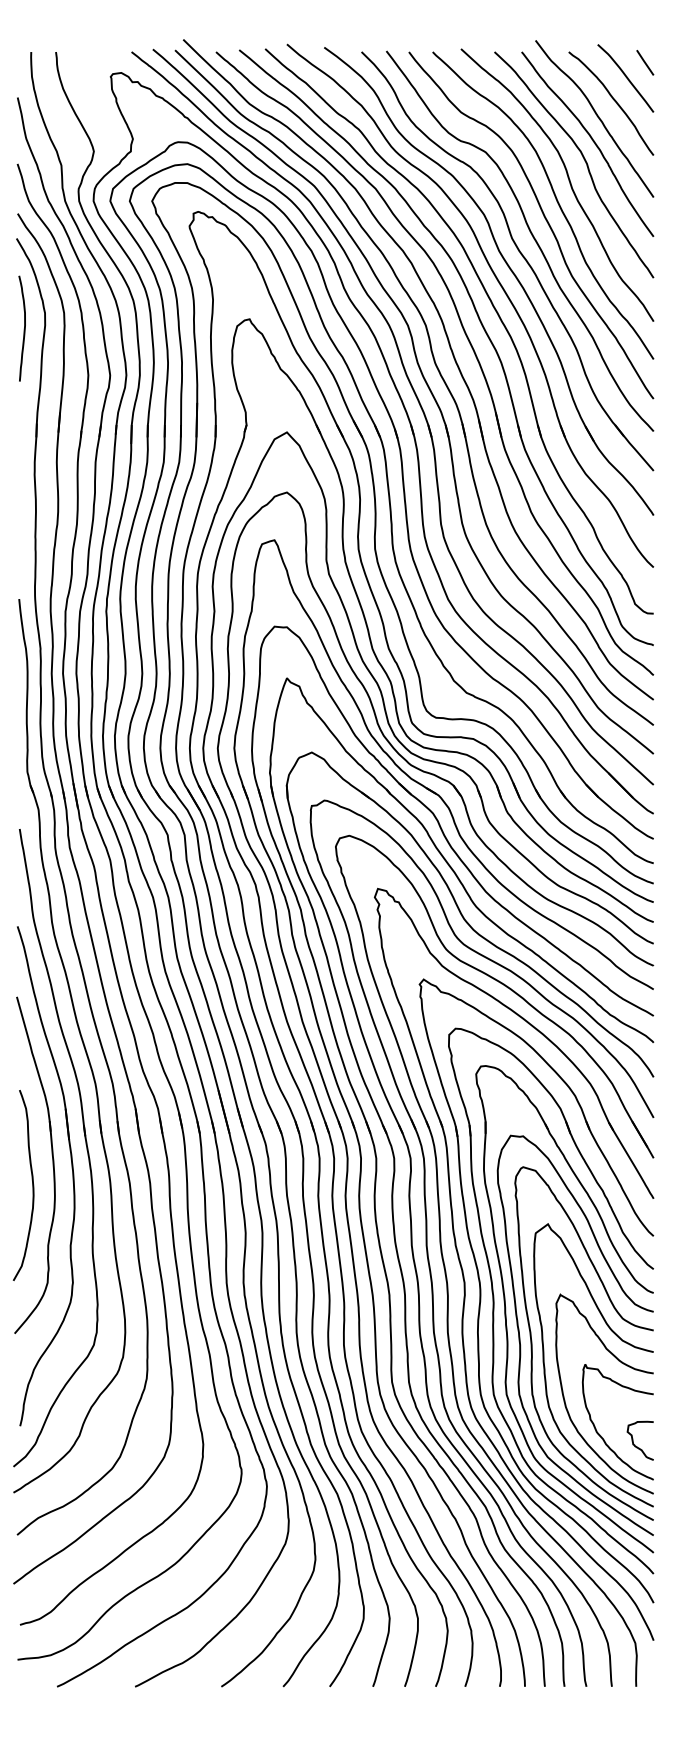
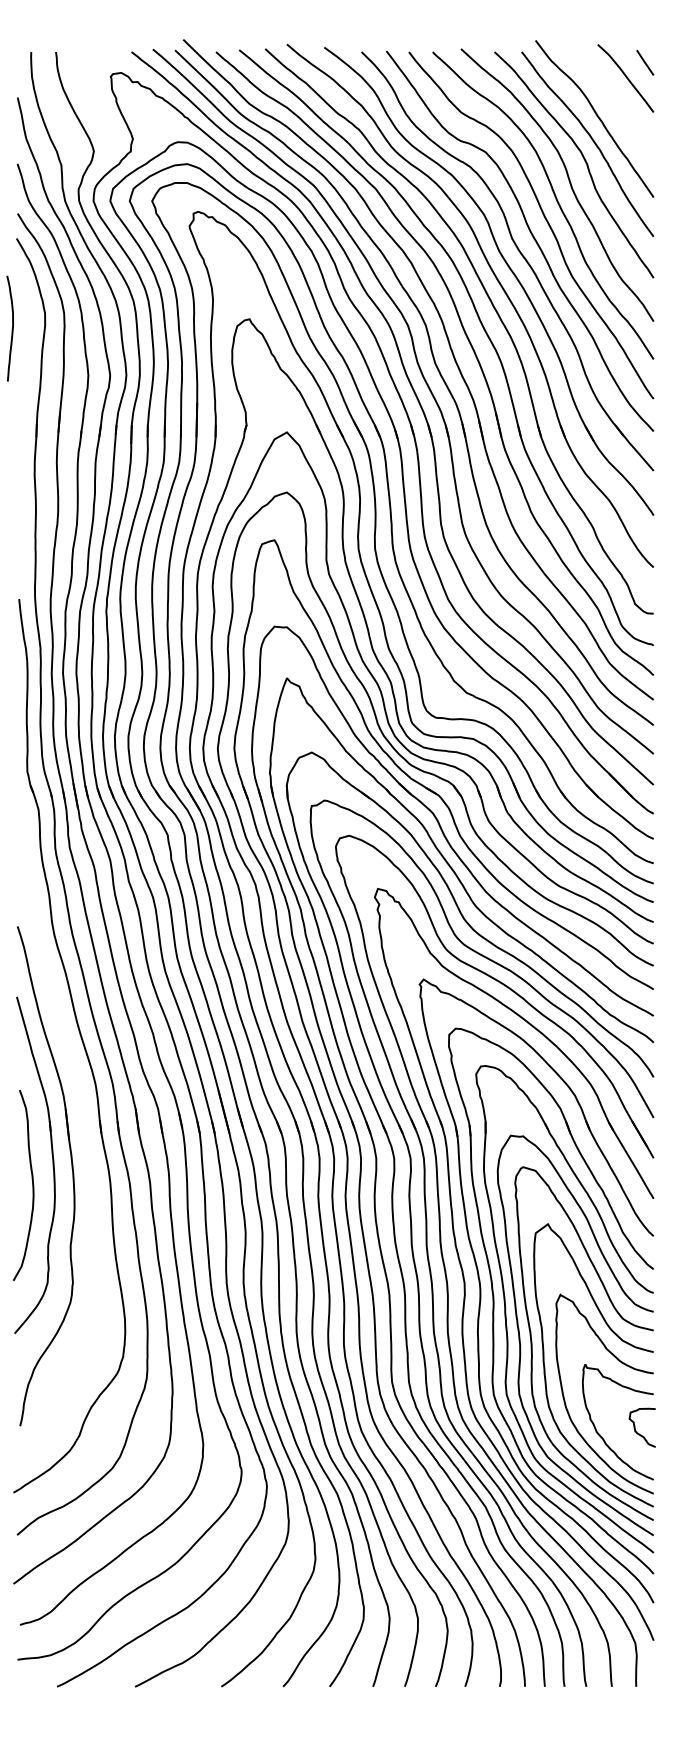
curve at (613, 100): present -> none
curve at (23, 329) position: (23, 329) -> (11, 329)
part at (85, 1144): present -> none
curve at (635, 1444) position: (635, 1444) -> (637, 1431)
